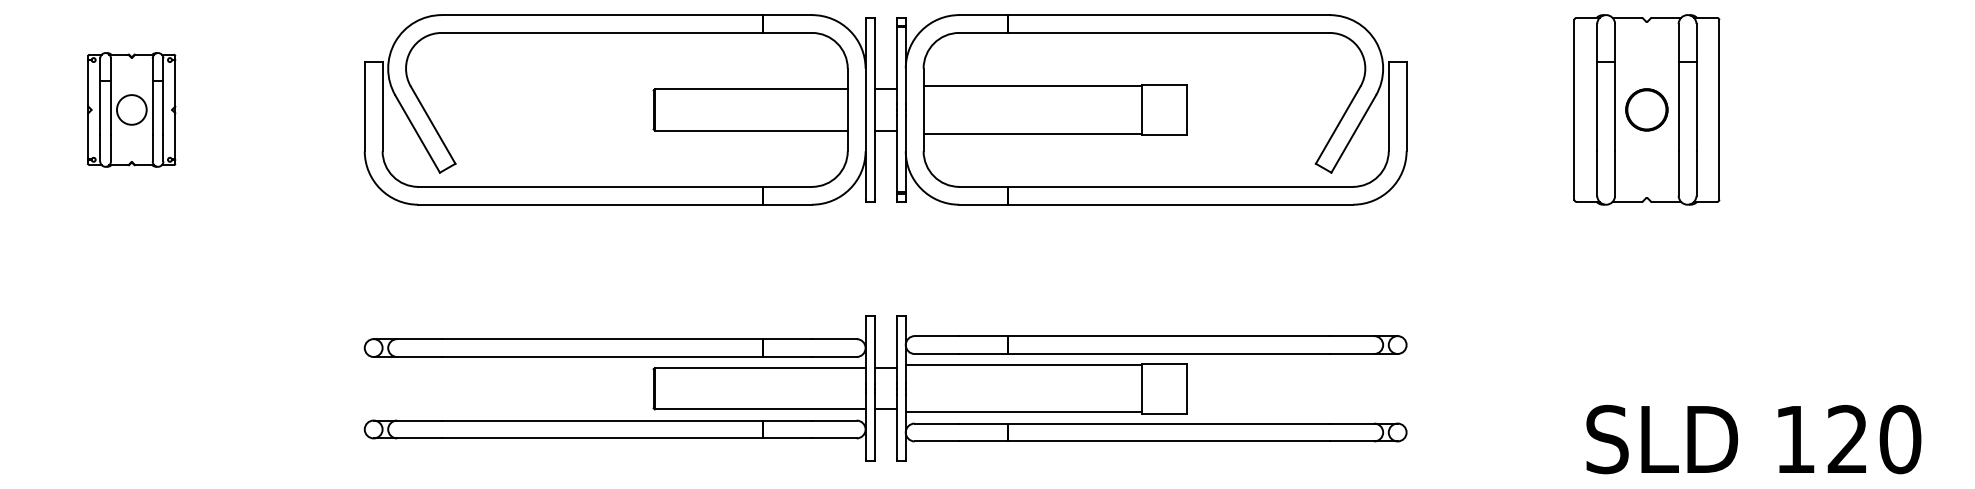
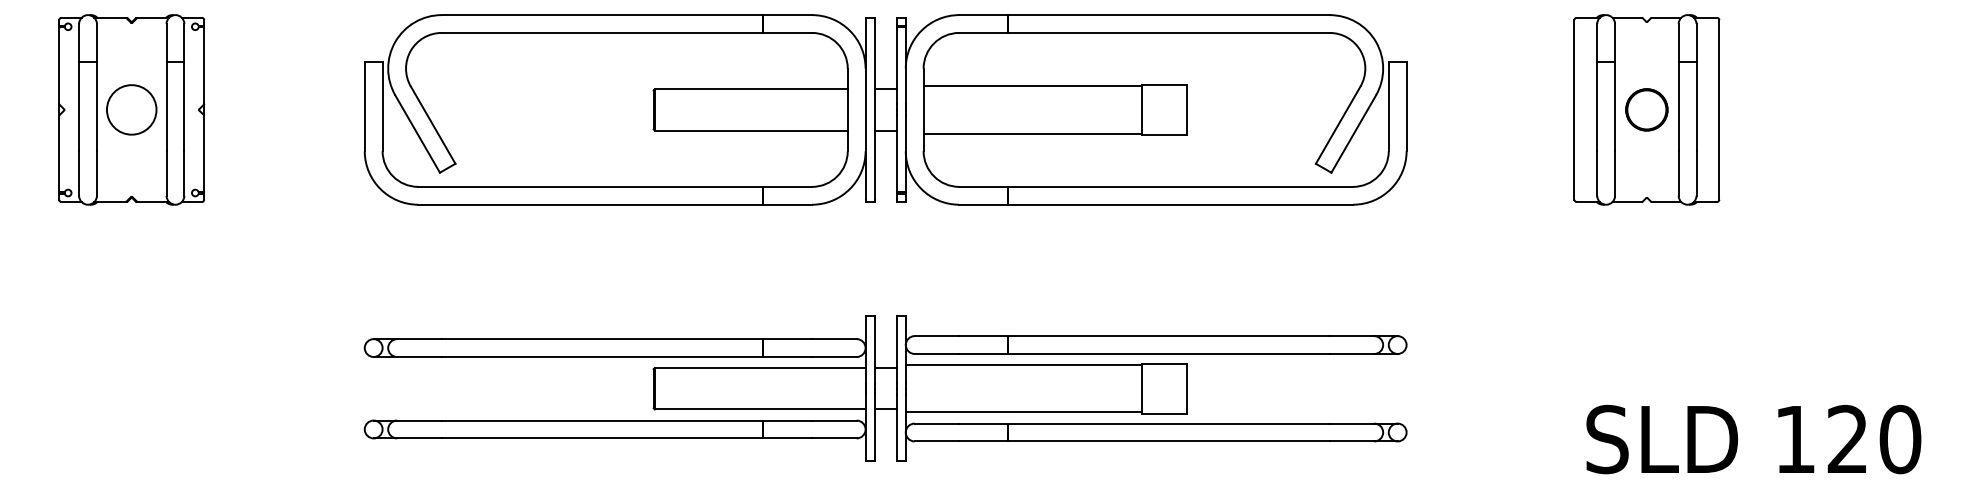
part at (131, 109) size: 90x116 px -> 148x192 px
